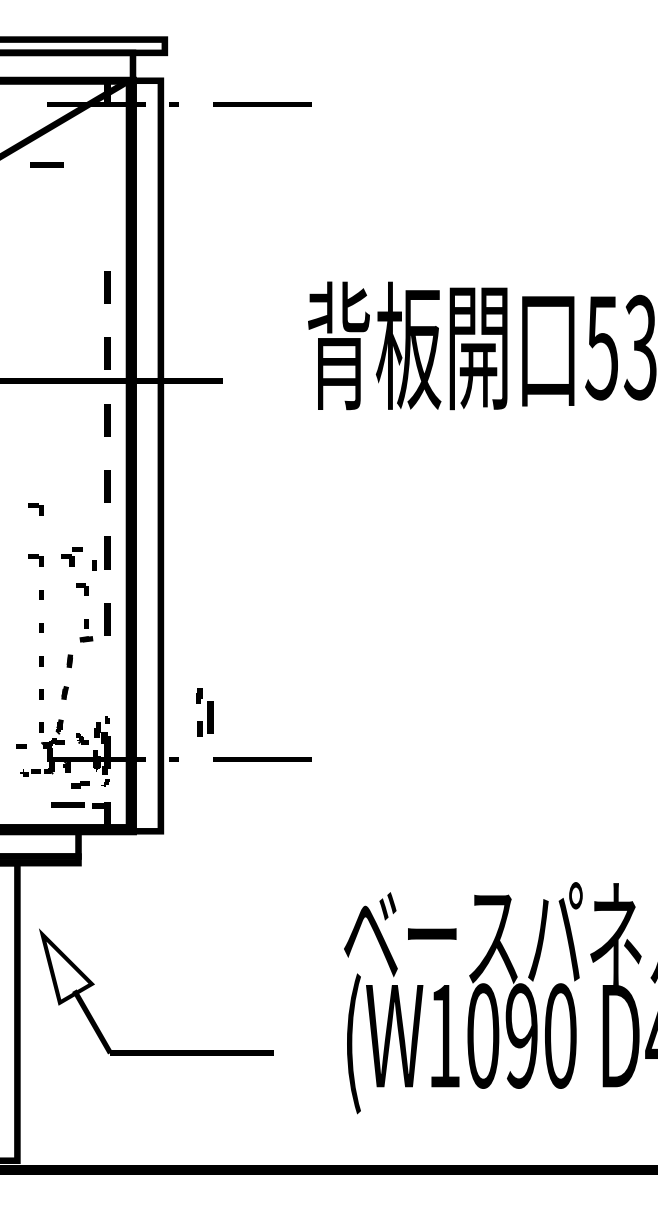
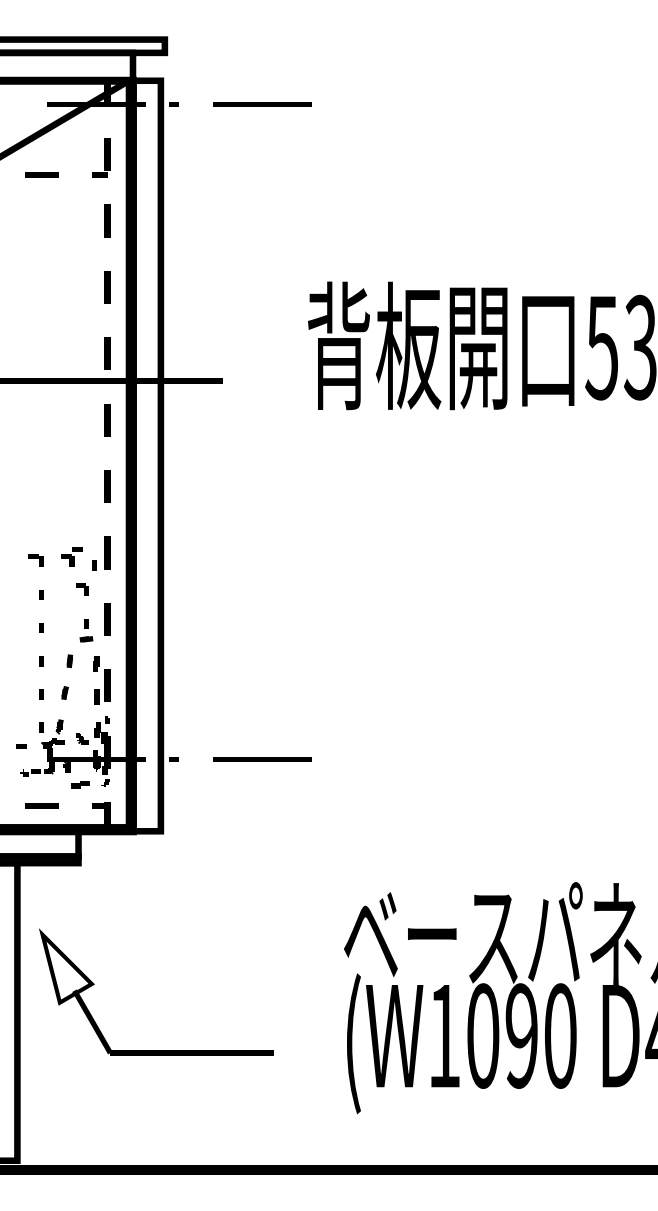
part at (101, 157): none -> present
line at (46, 164) position: (46, 164) -> (41, 174)
line at (107, 220): none -> present
part at (35, 509): present -> none
part at (204, 712) position: (204, 712) -> (101, 680)
line at (67, 804) position: (67, 804) -> (41, 805)
